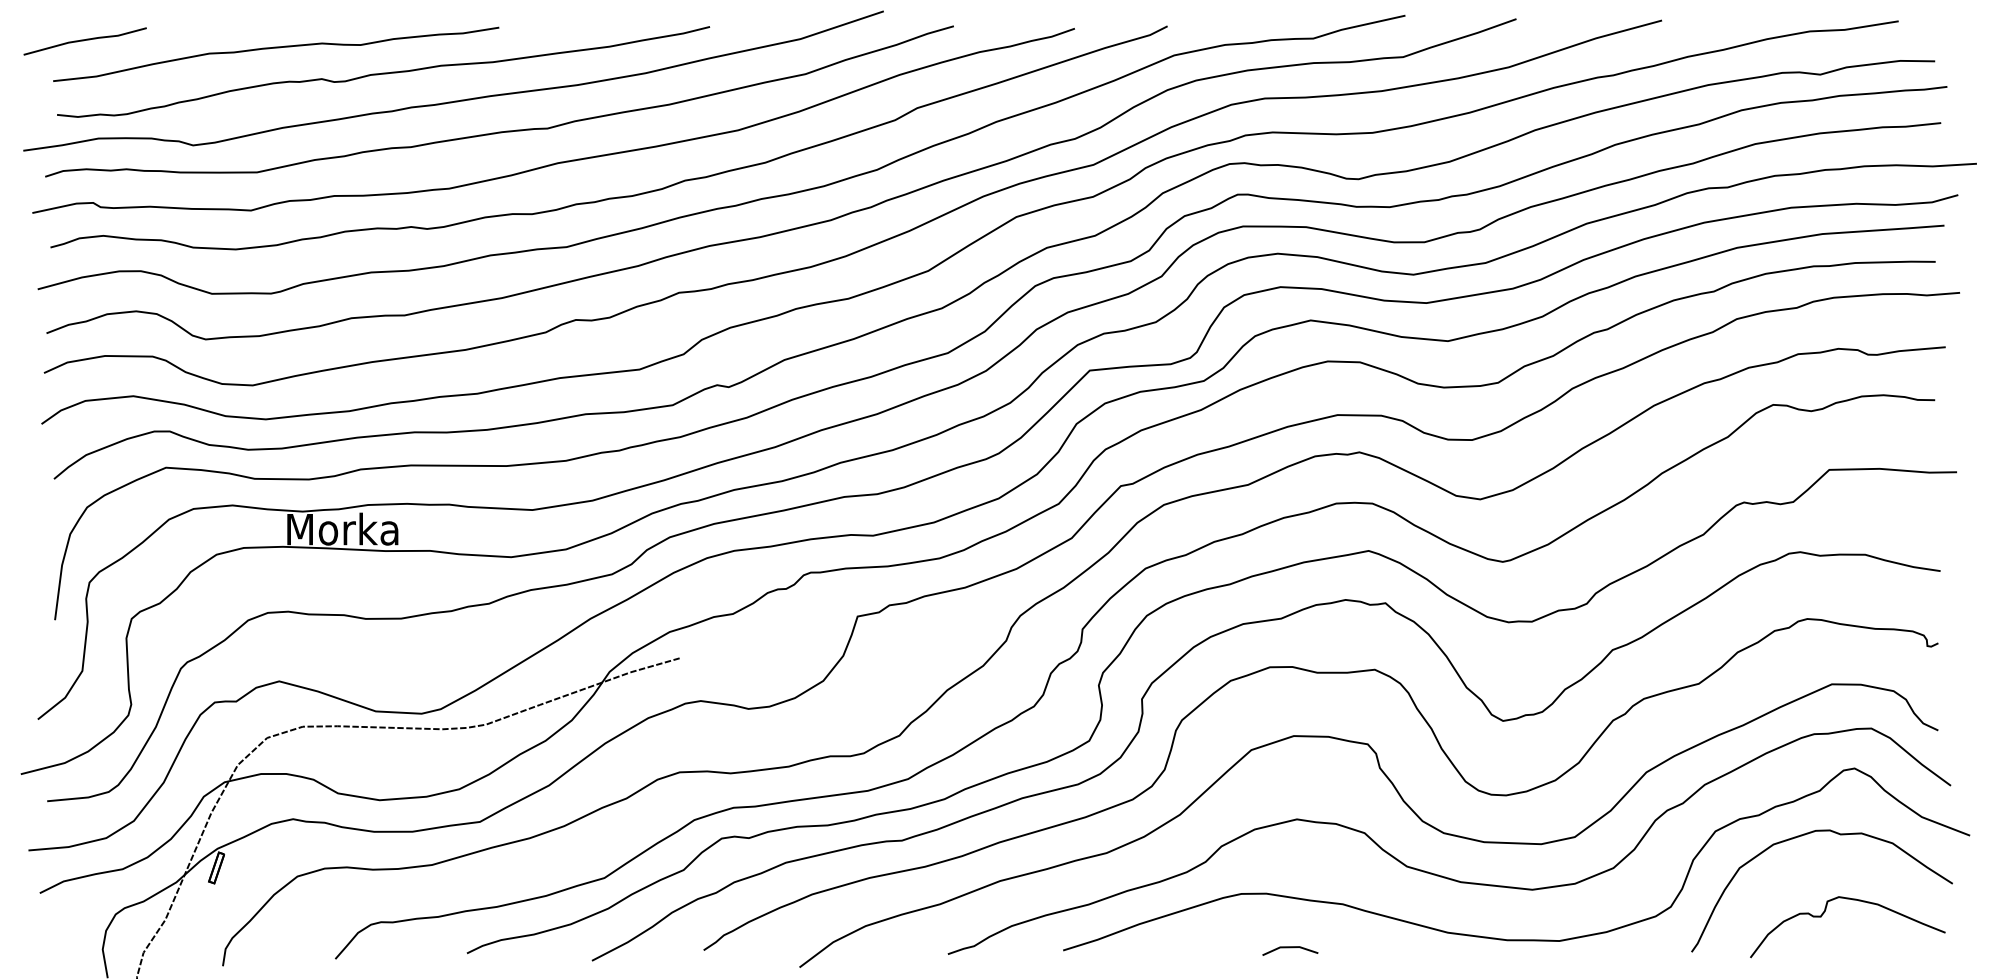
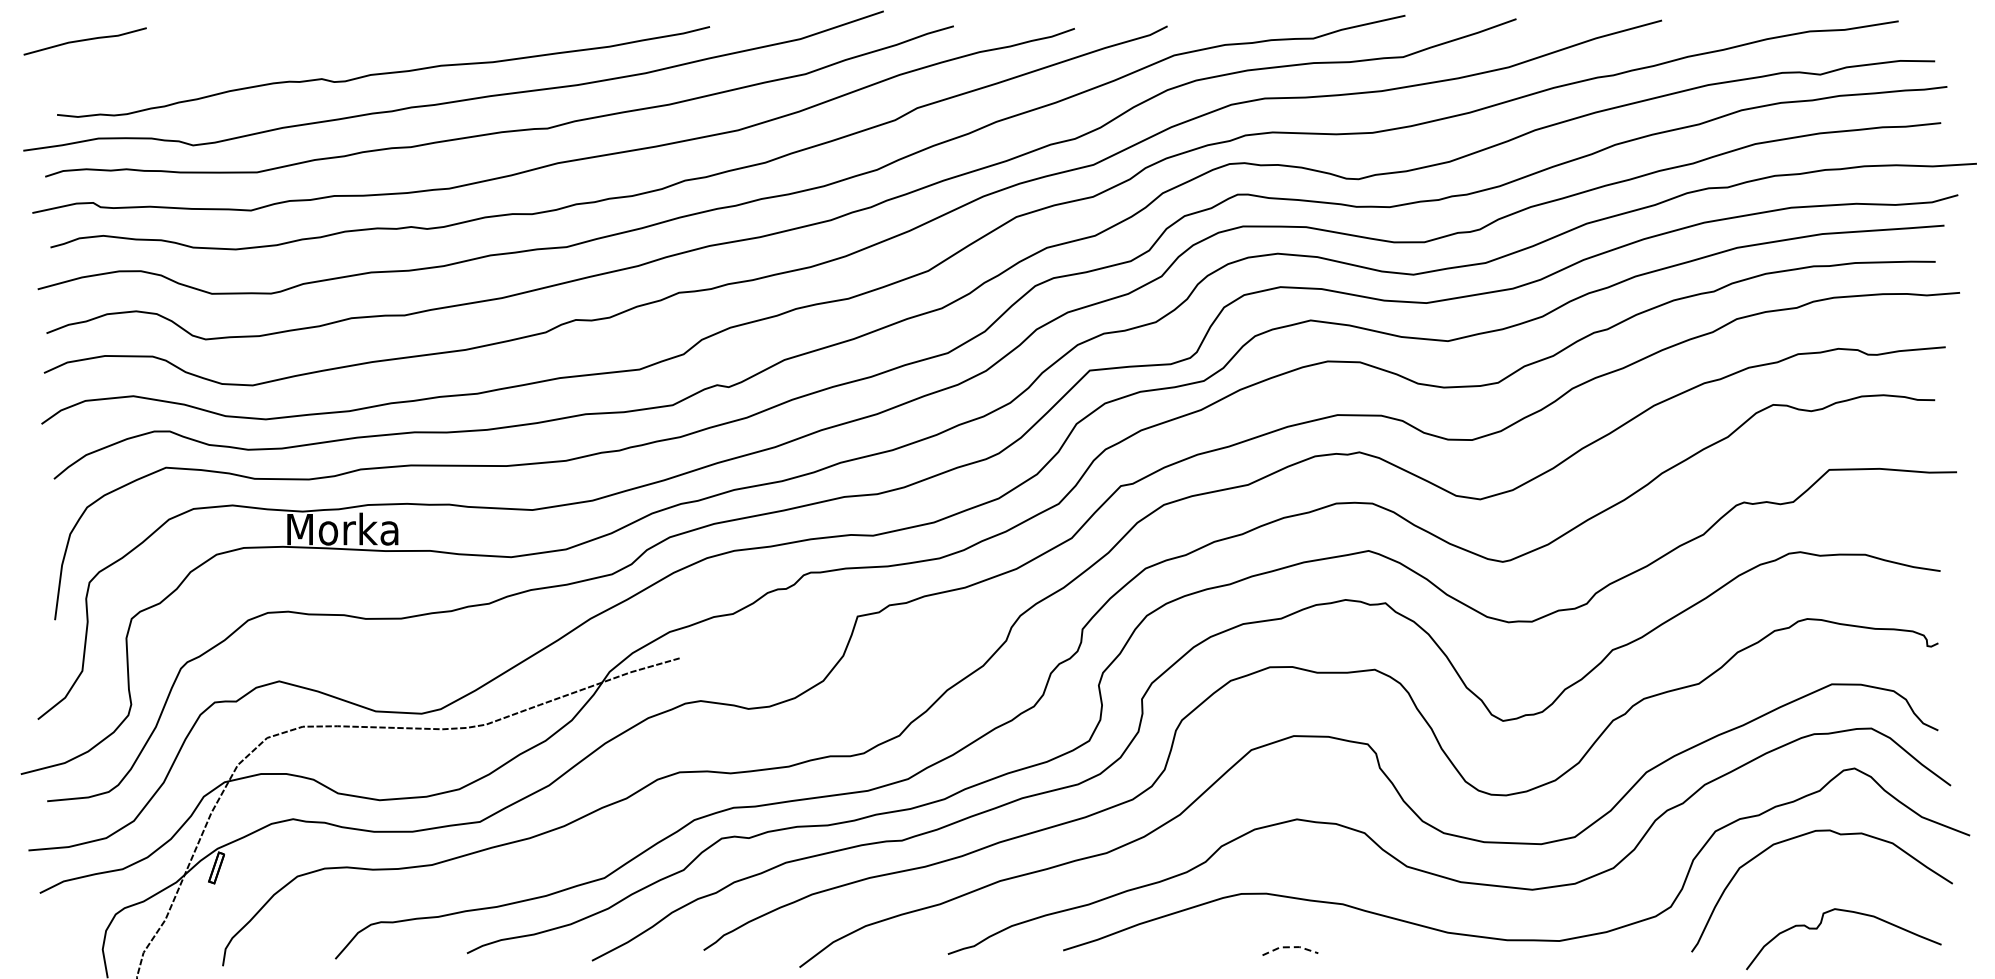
curve at (276, 48): present -> none
curve at (1824, 913) position: (1824, 913) -> (1820, 925)
line at (1289, 947): solid -> dashed
